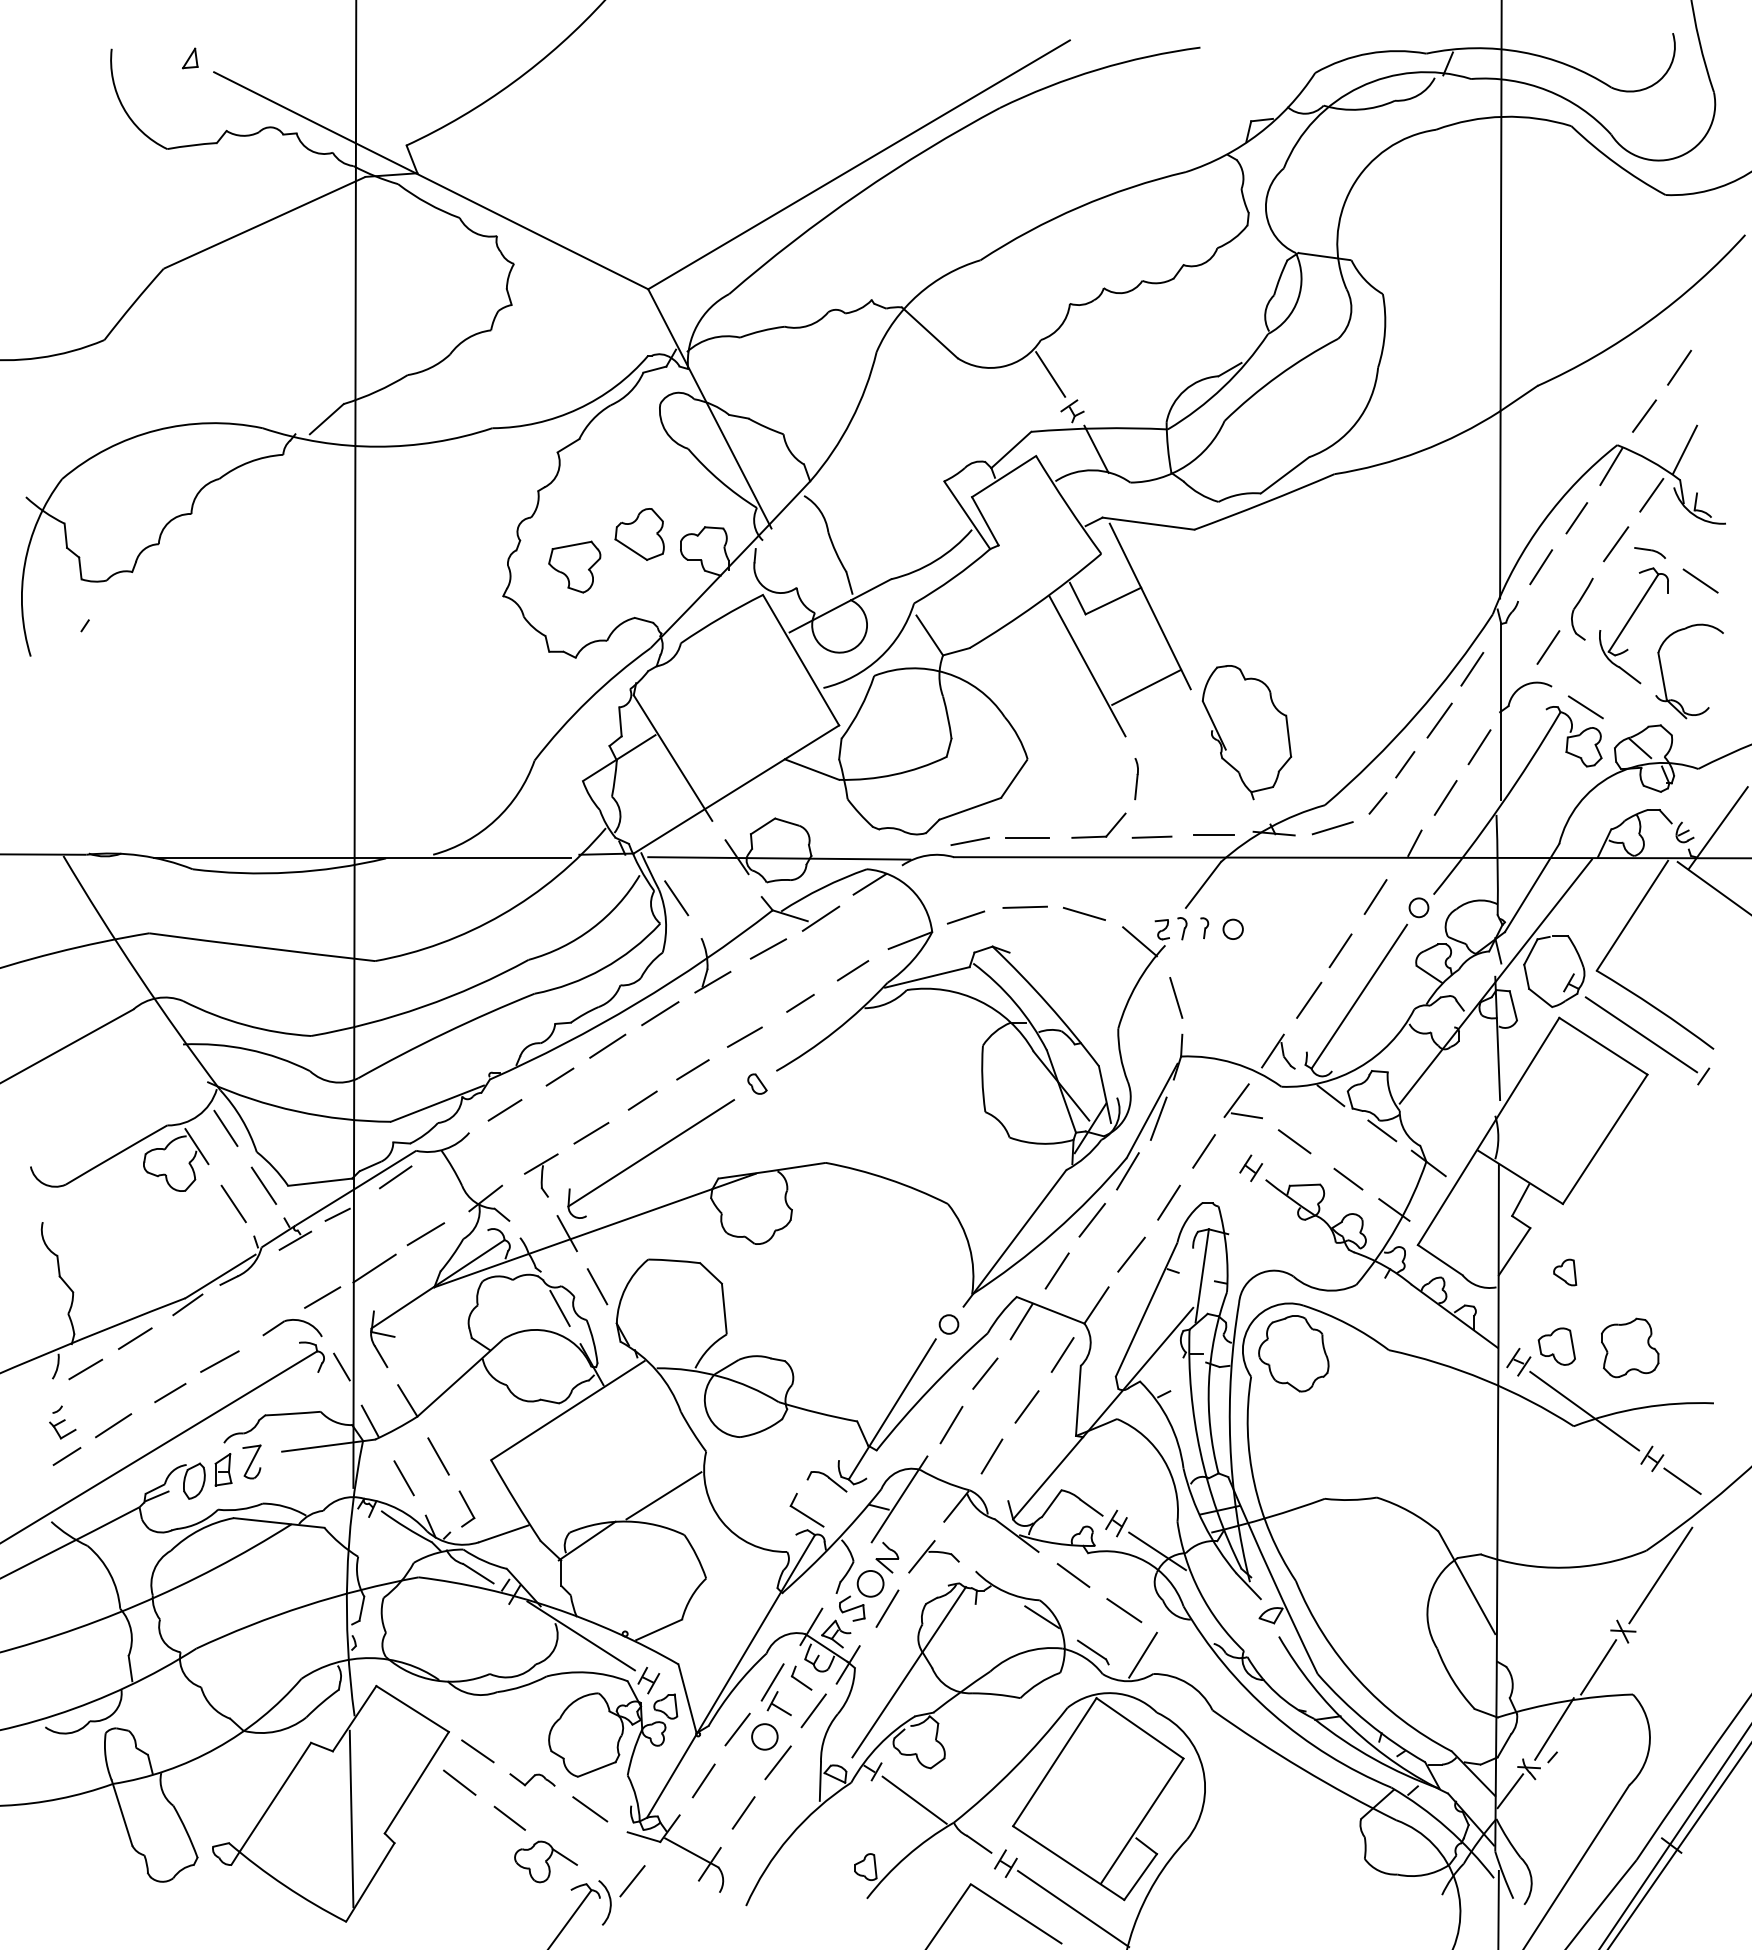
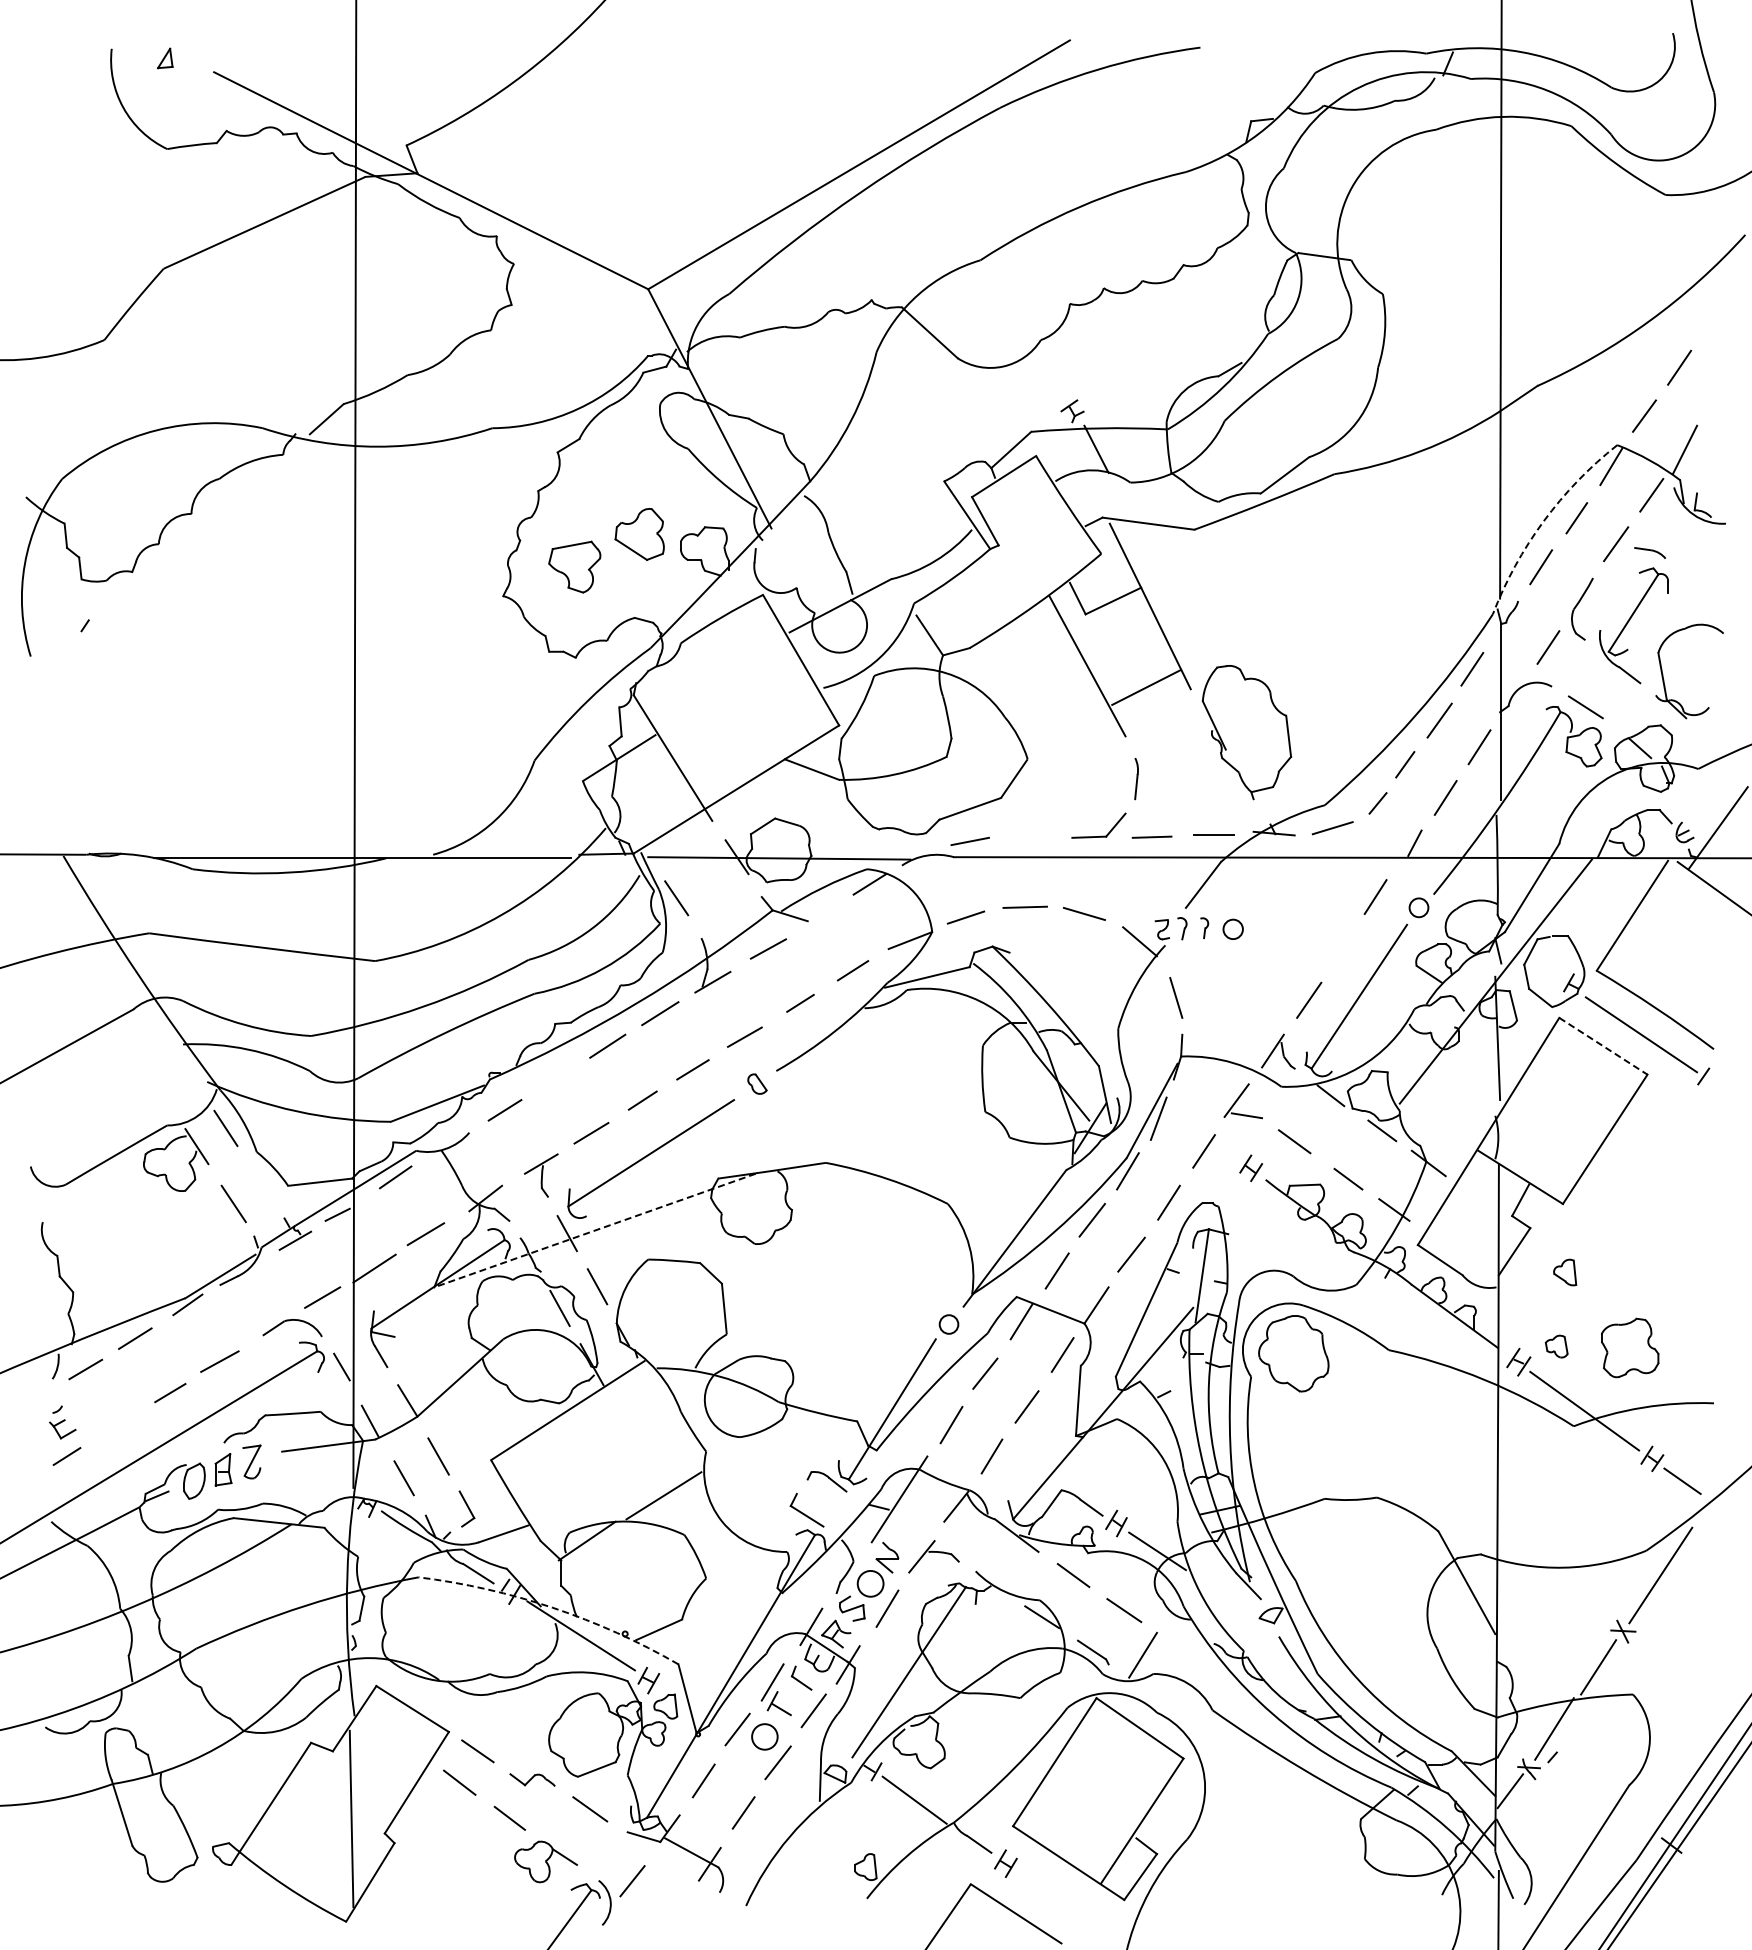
part at (190, 58) position: (190, 58) -> (165, 58)
line at (1050, 374): present -> none
arc at (1543, 521): solid -> dashed
line at (1700, 580): present -> none
line at (1027, 837): present -> none
line at (820, 918): present -> none
line at (1340, 950): present -> none
line at (1603, 1046): solid -> dashed
line at (559, 1076): present -> none
line at (263, 1185): present -> none
line at (594, 1230): solid -> dashed
part at (1556, 1346) size: 39x39 px -> 25x25 px
line at (113, 1425): present -> none
arc at (552, 1607): solid -> dashed
line at (1072, 1908): present -> none
